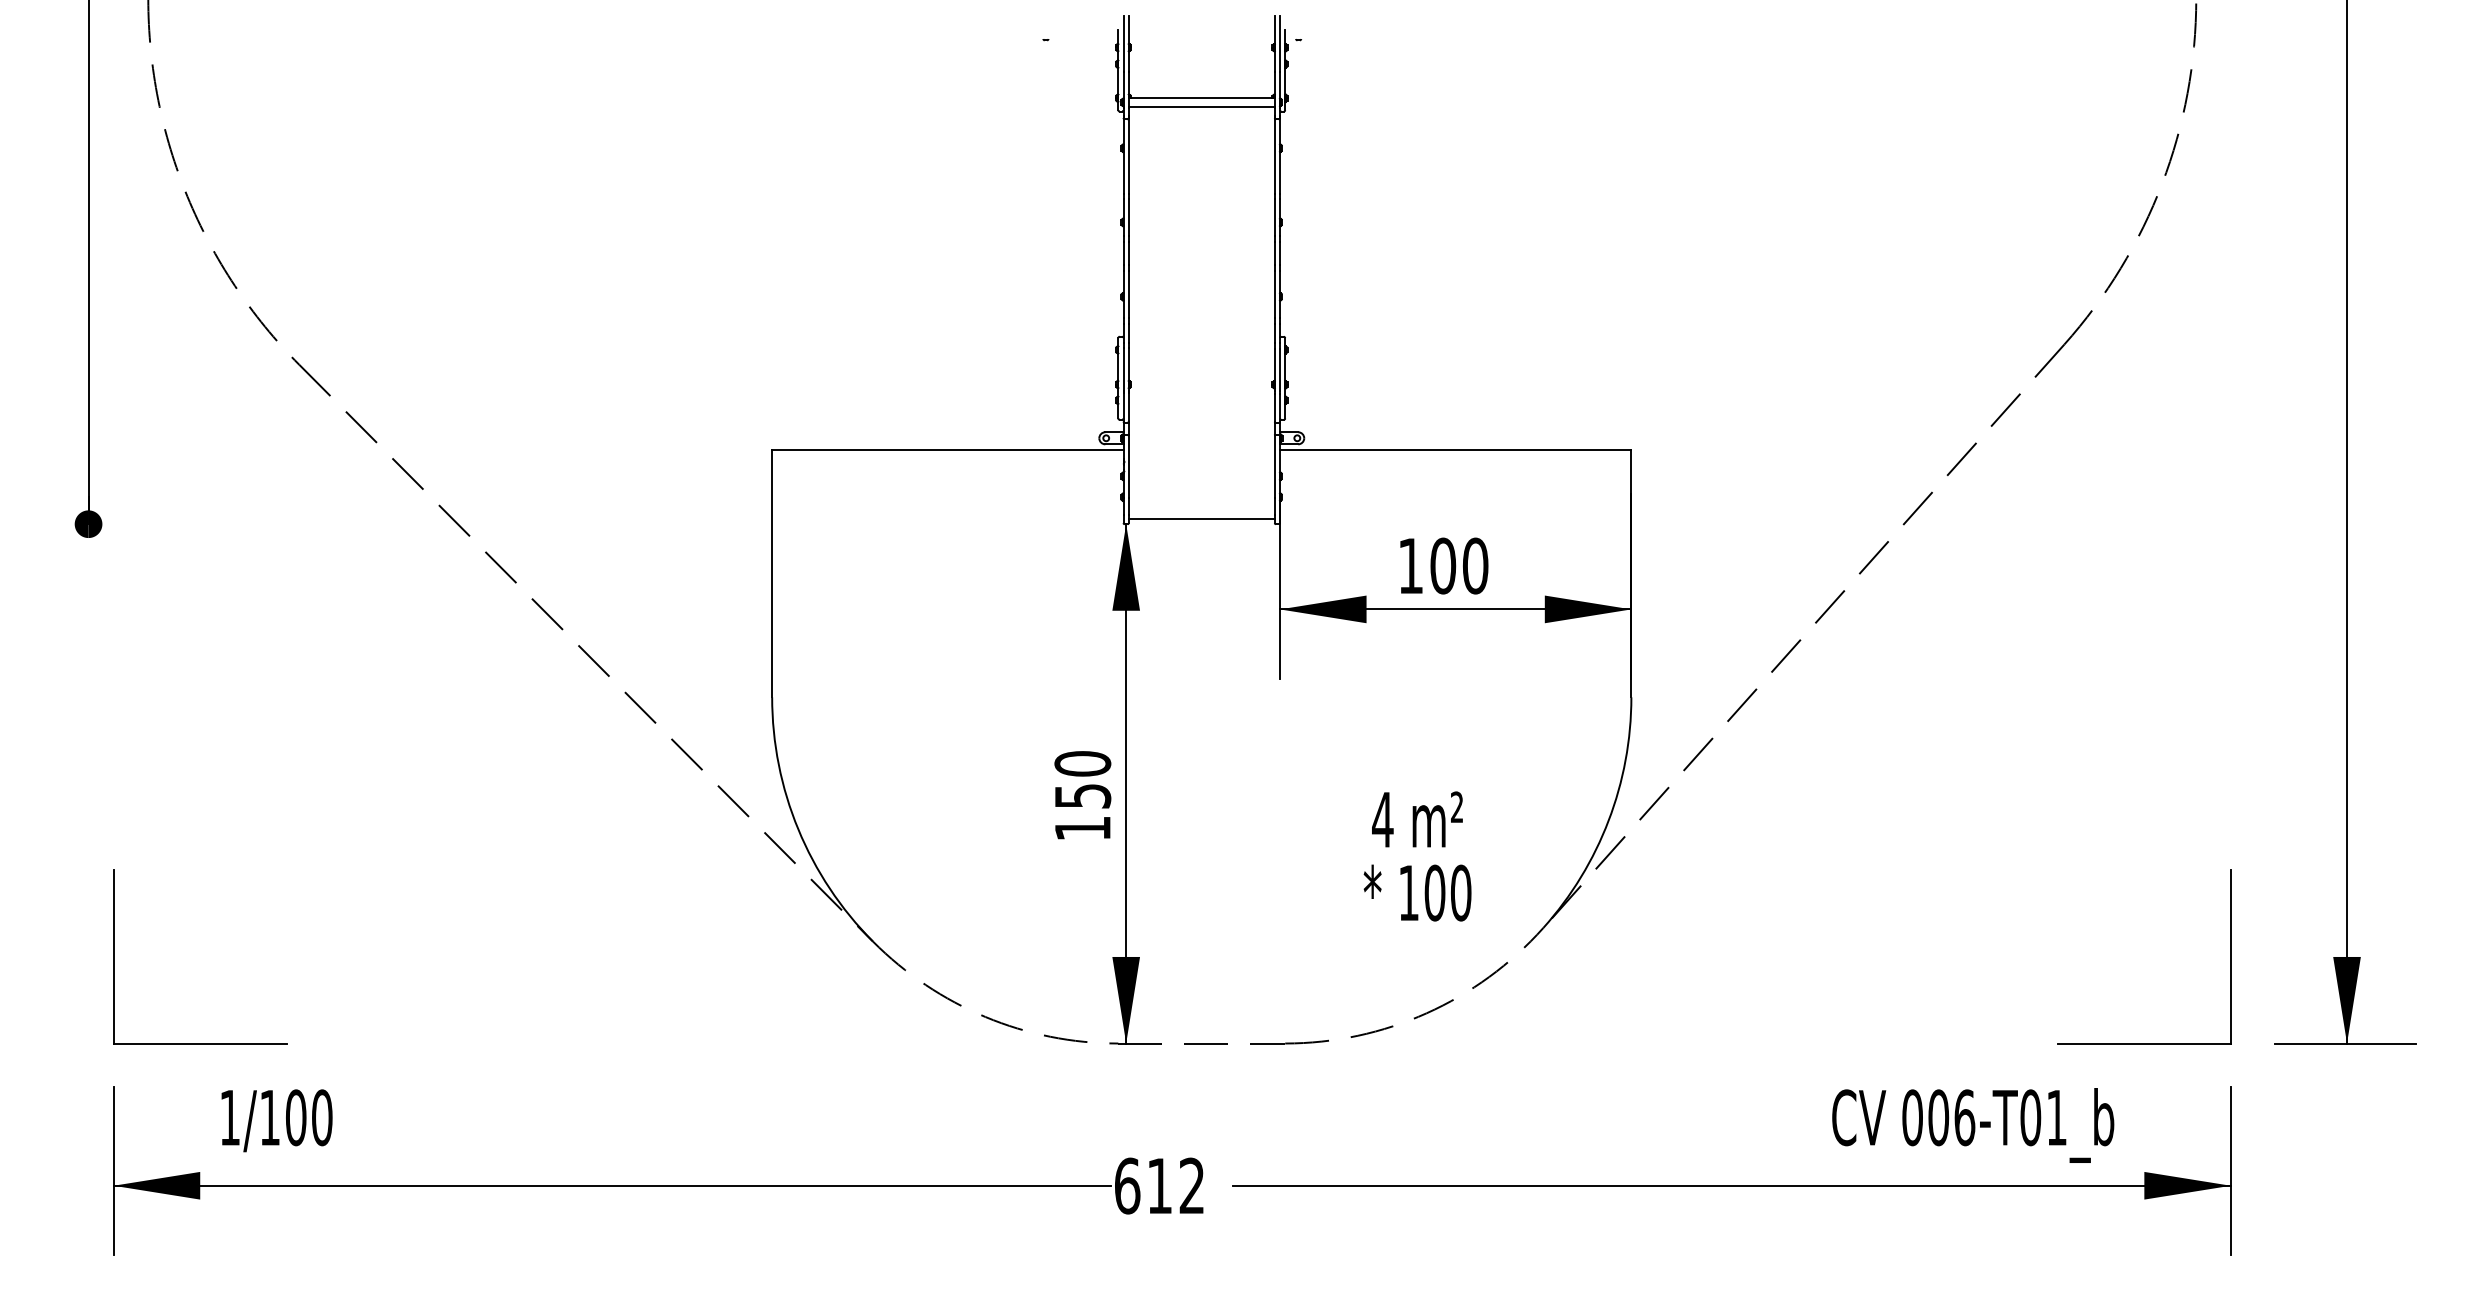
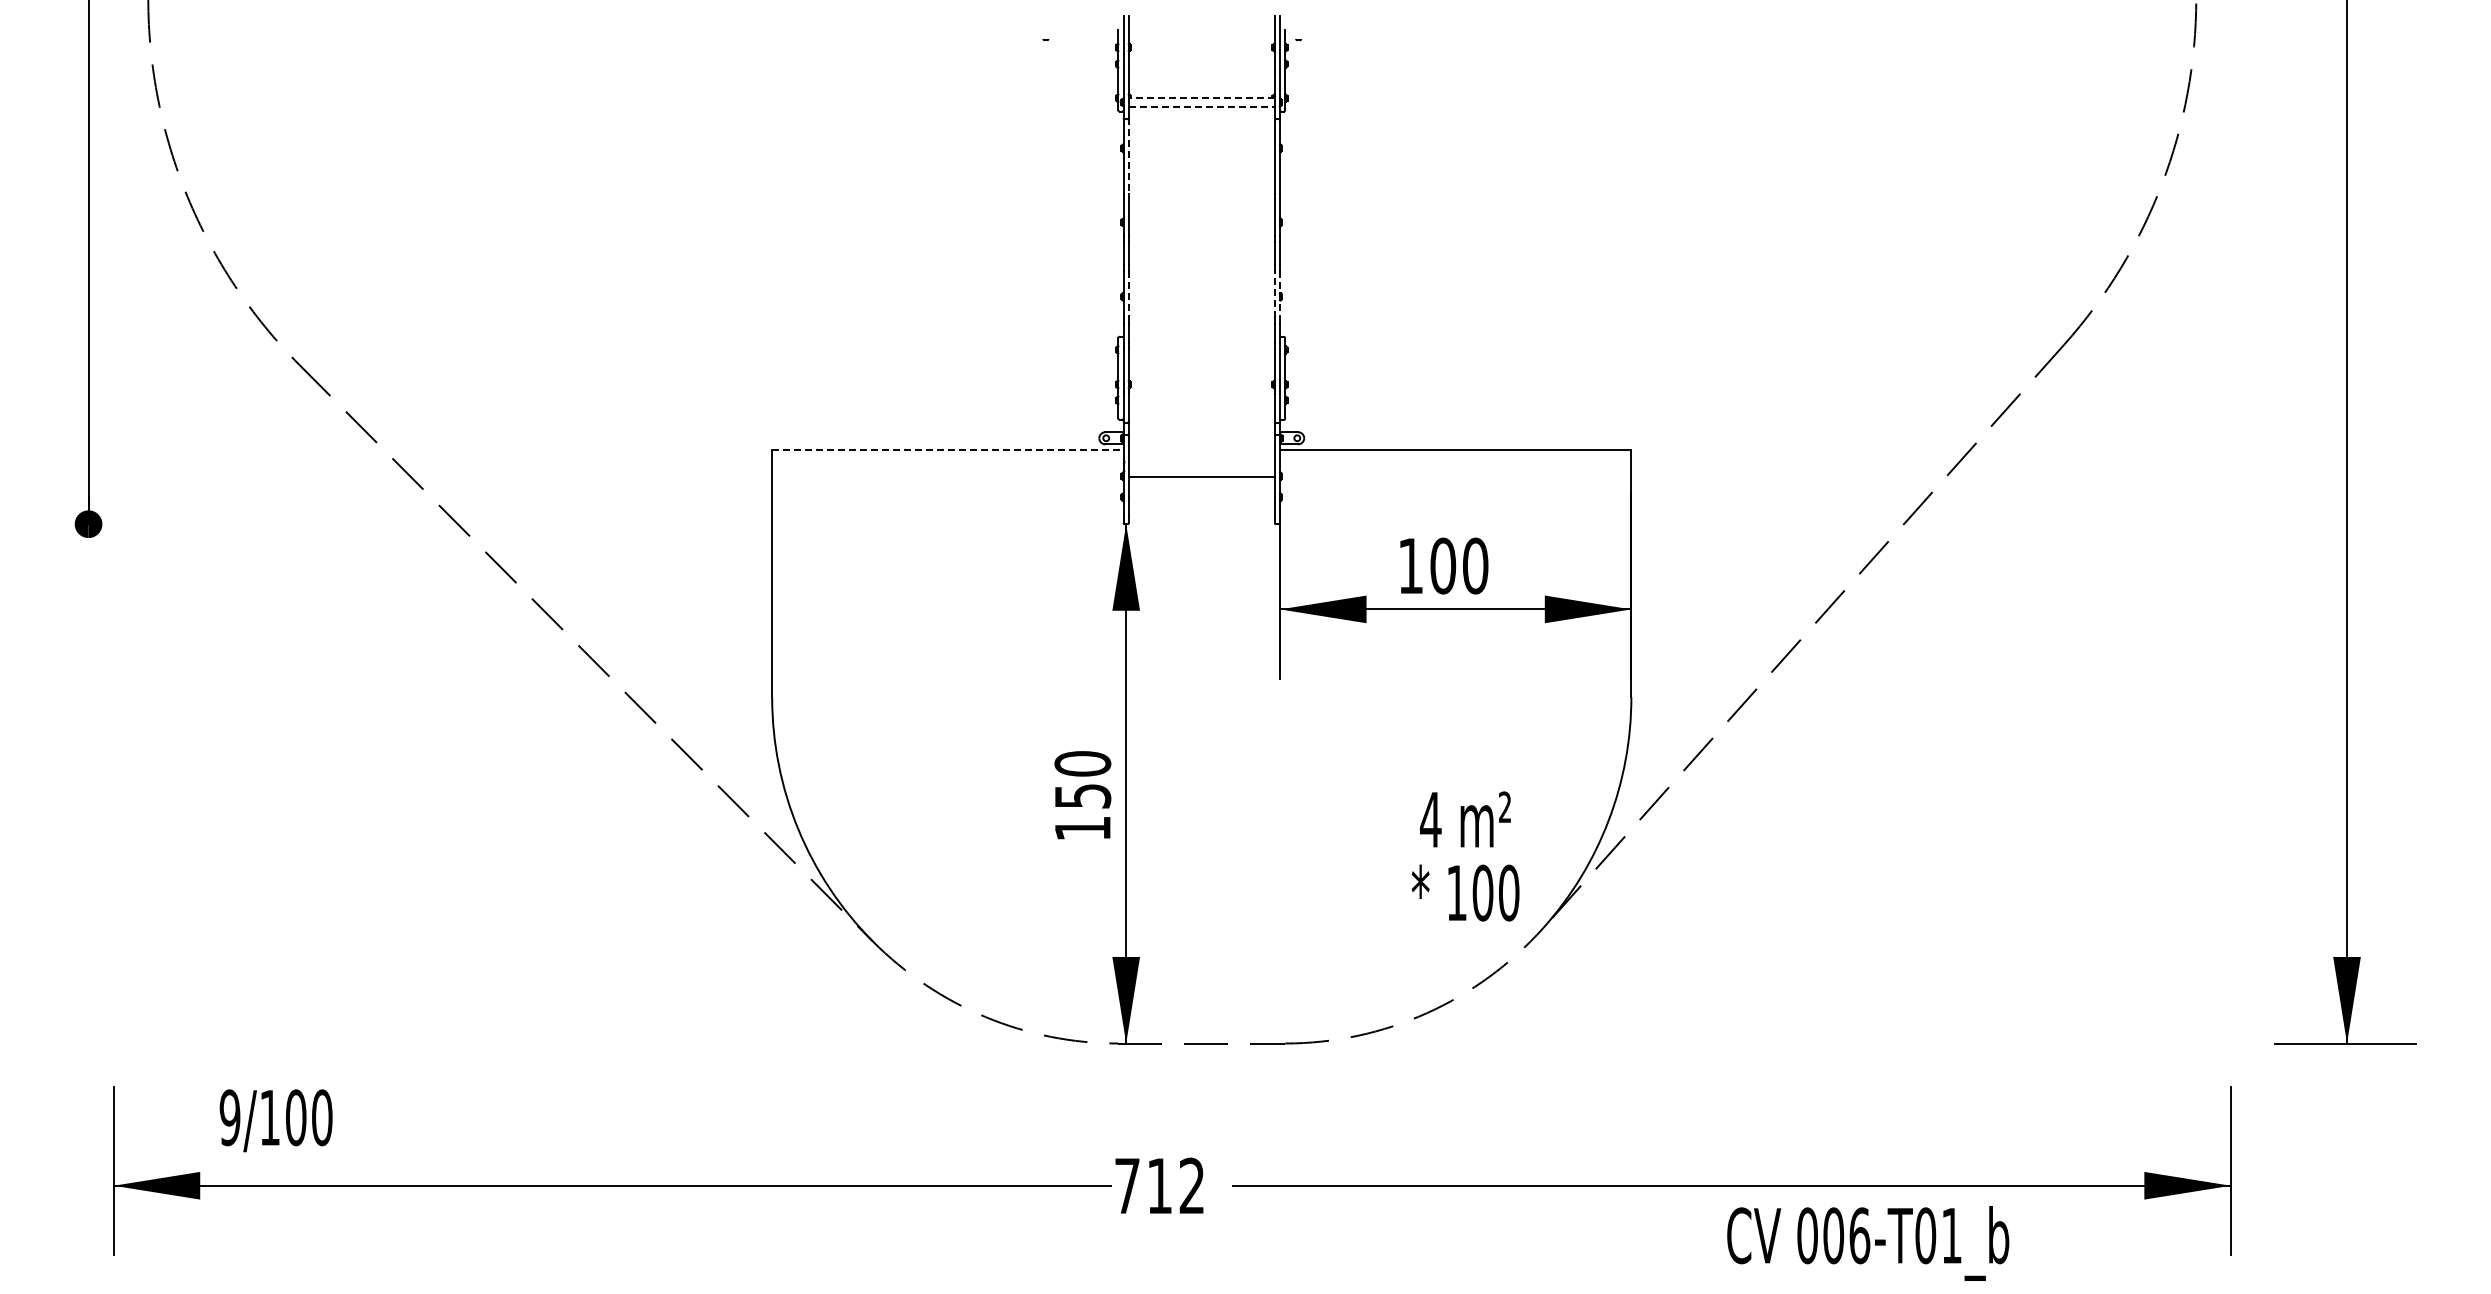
line at (1201, 97): solid -> dashed
line at (1202, 107): solid -> dashed
line at (1128, 155): solid -> dashed
line at (1128, 294): solid -> dashed
line at (1274, 294): solid -> dashed
line at (1280, 294): solid -> dashed
line at (947, 449): solid -> dashed
line at (1201, 518) position: (1201, 518) -> (1201, 476)
text at (1417, 856) position: (1417, 856) -> (1465, 856)
part at (114, 956): present -> none
part at (2230, 956): present -> none
text at (229, 1117): 1/100 -> 9/100
text at (1973, 1125) position: (1973, 1125) -> (1868, 1243)
text at (1127, 1185): 612 -> 712
